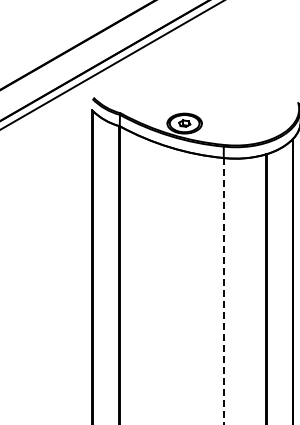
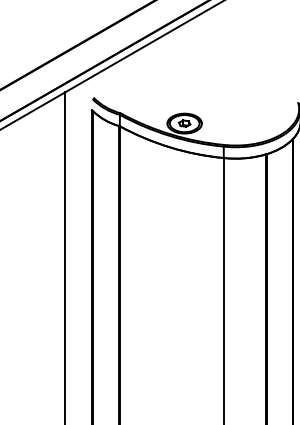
line at (65, 256): none -> present
line at (223, 291): dashed -> solid
